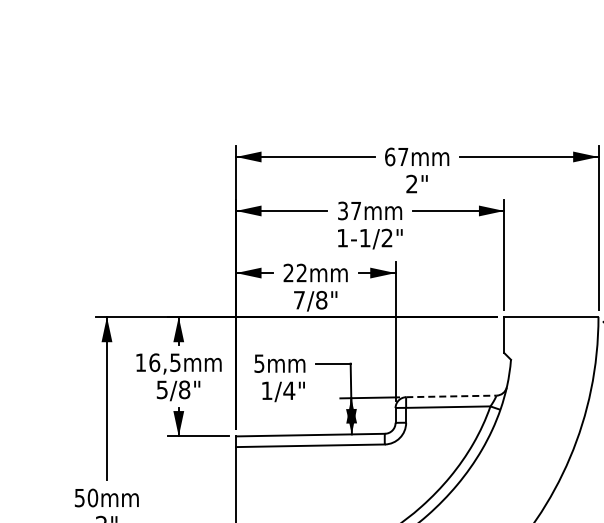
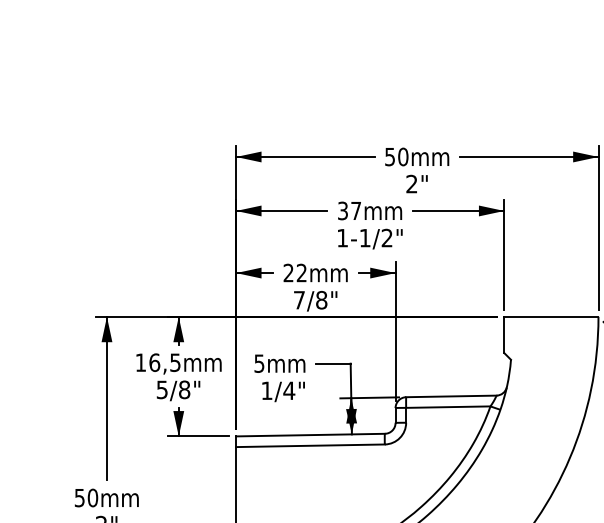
text at (396, 156): 67 -> 50
line at (451, 396): dashed -> solid
